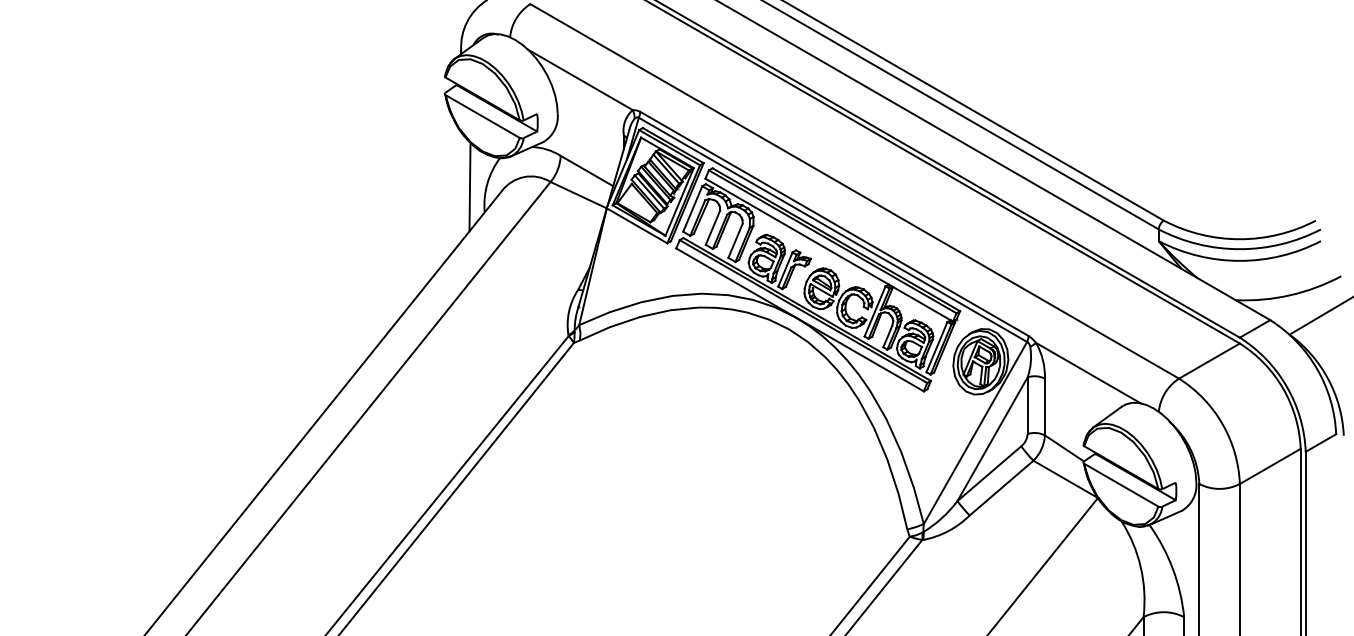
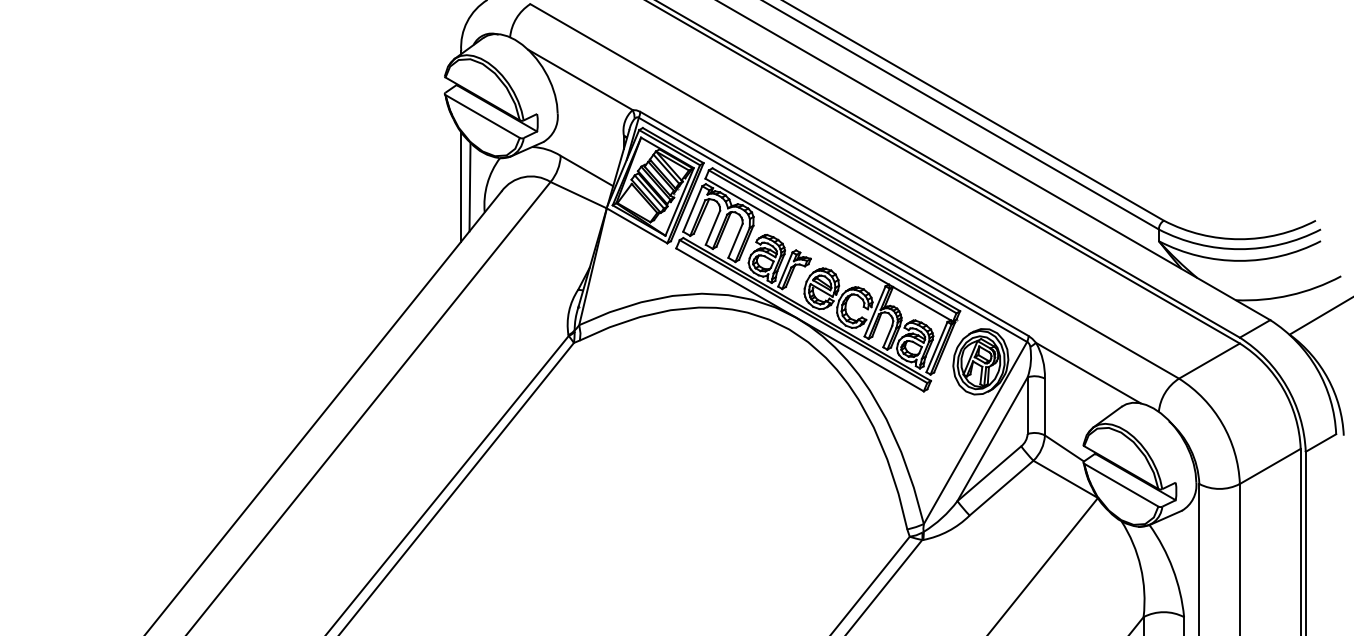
line at (461, 186): none -> present
